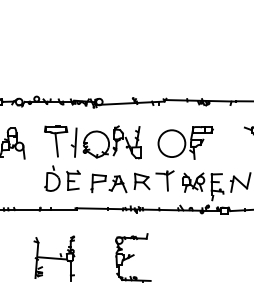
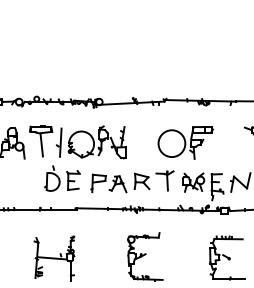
part at (92, 142) position: (92, 142) -> (77, 142)
part at (133, 257) position: (133, 257) -> (145, 256)
part at (227, 257): none -> present
